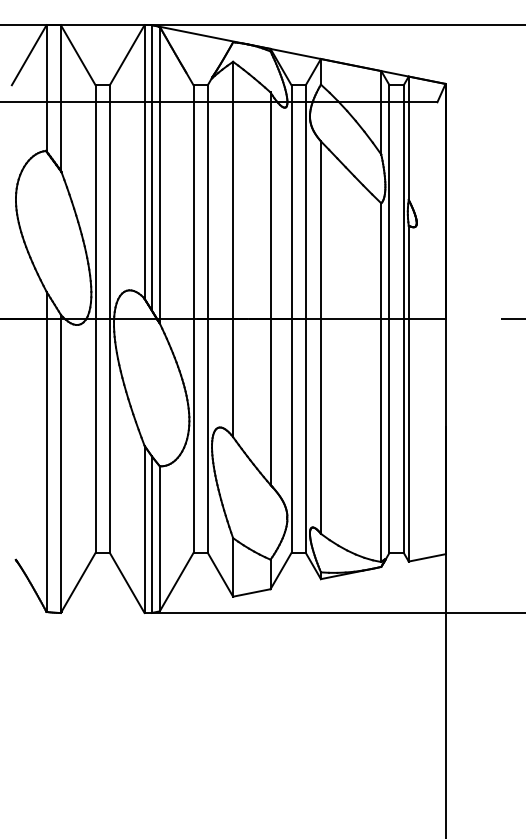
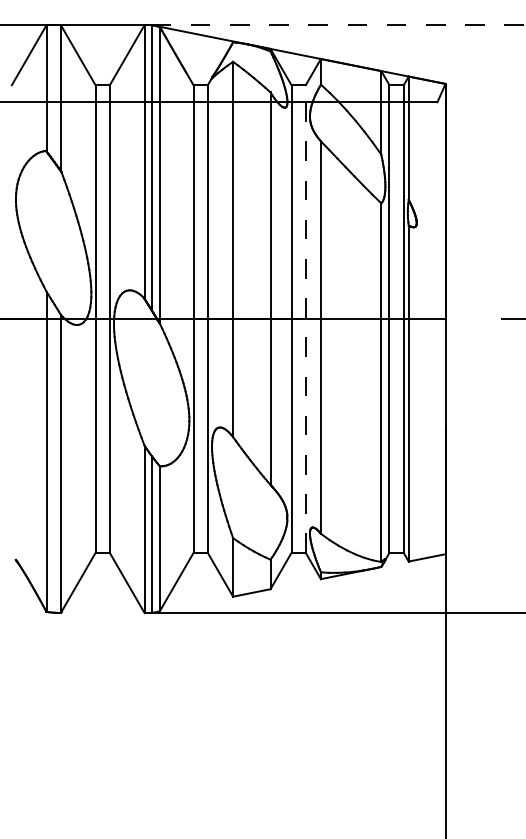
line at (338, 25): solid -> dashed
line at (305, 319): solid -> dashed
